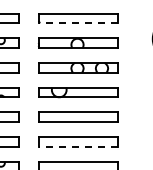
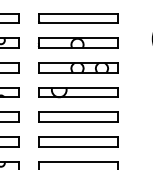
line at (77, 23): dashed -> solid
line at (77, 146): dashed -> solid
